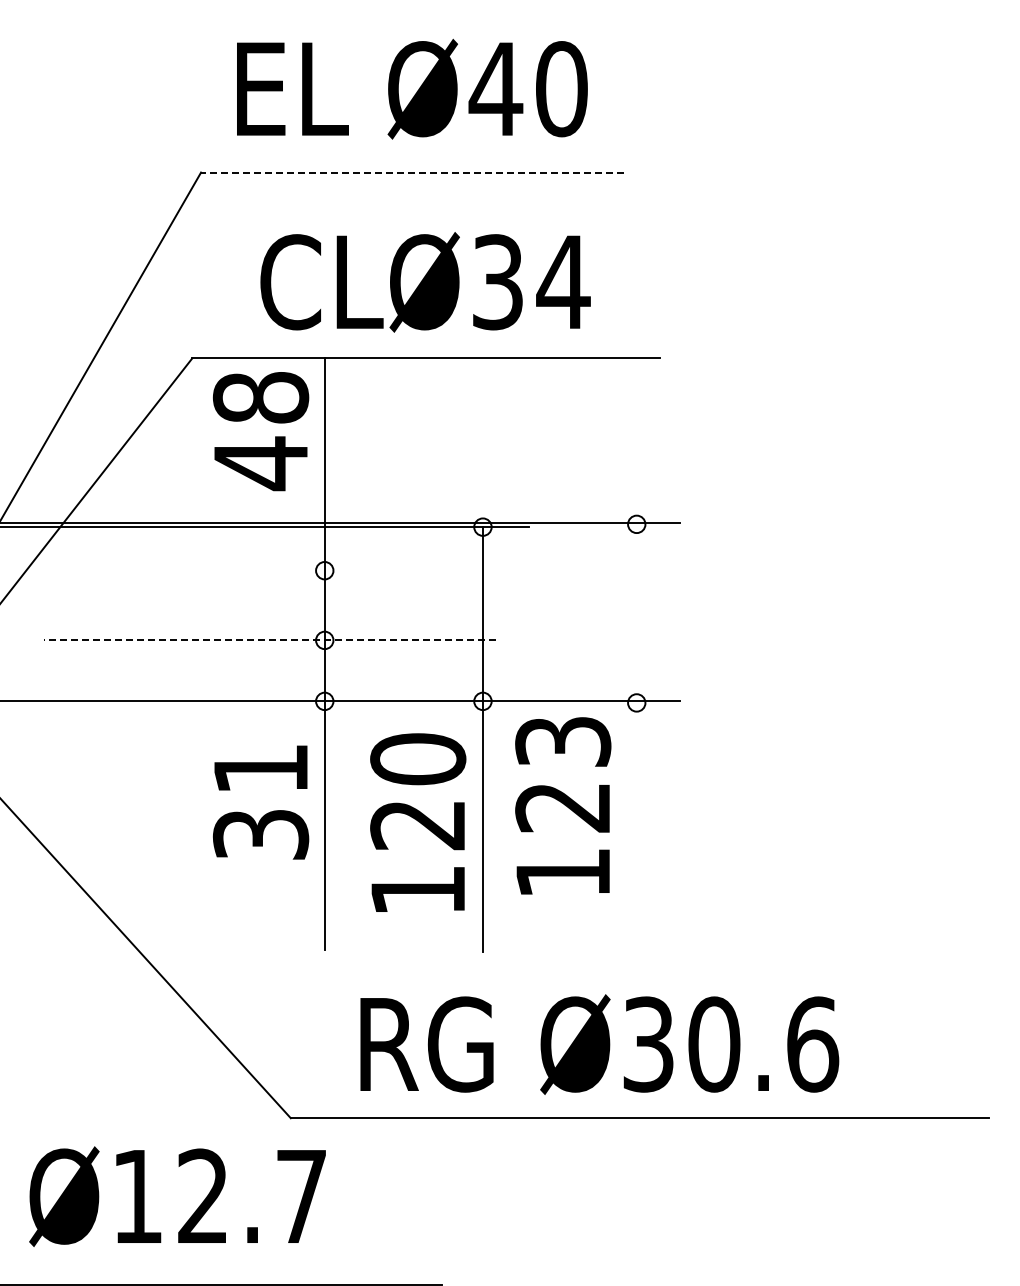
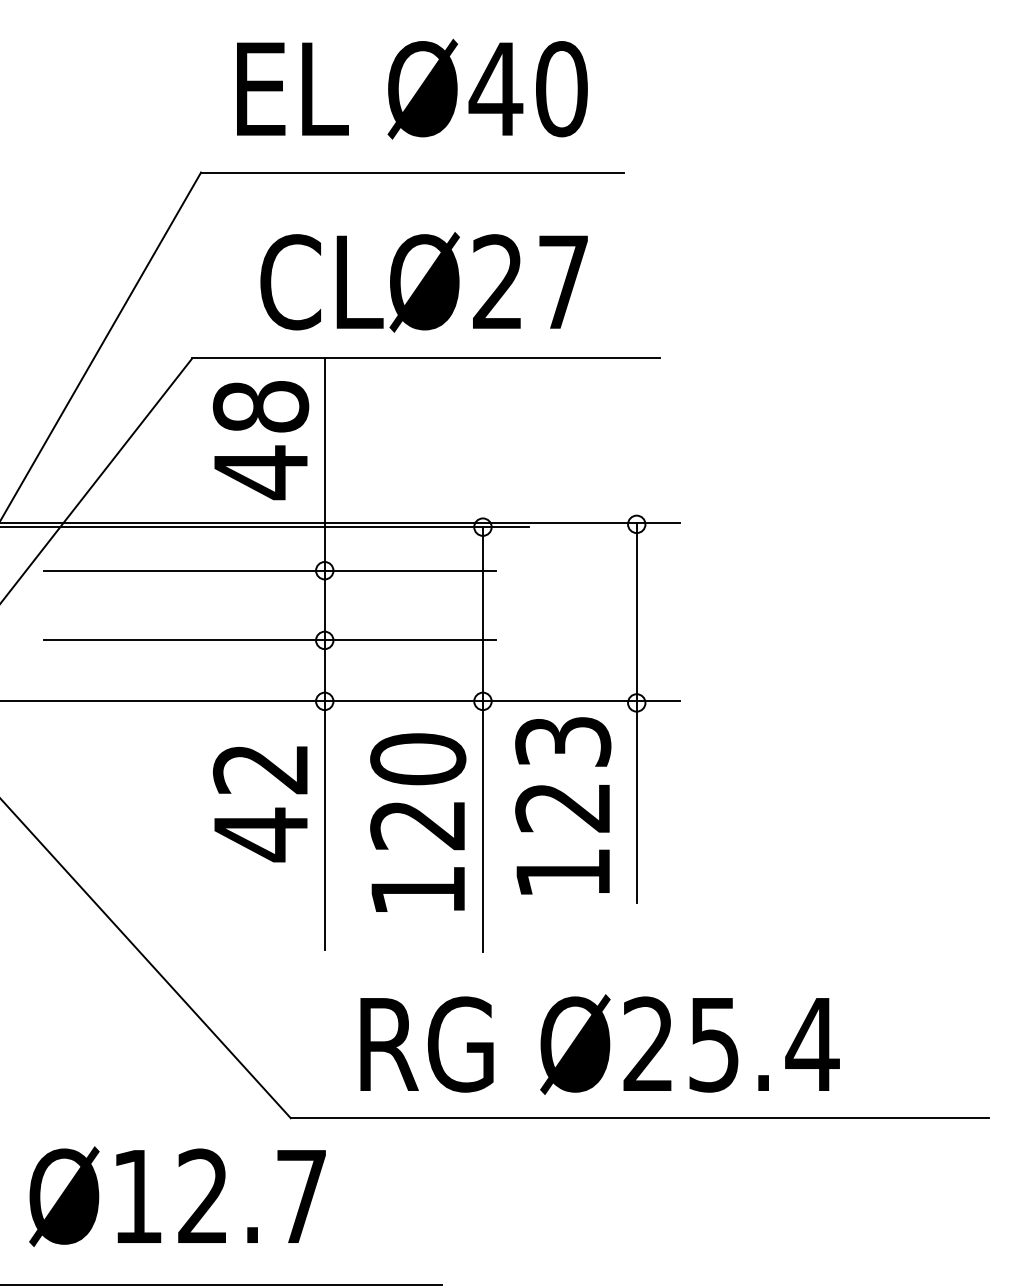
line at (412, 172): dashed -> solid
text at (531, 282): CLØ34 -> CLØ27
text at (261, 431) position: (261, 431) -> (261, 440)
line at (269, 570): none -> present
line at (269, 640): dashed -> solid
line at (636, 712): none -> present
text at (260, 803): 31 -> 42
text at (731, 1044): Ø30.6 -> Ø25.4
